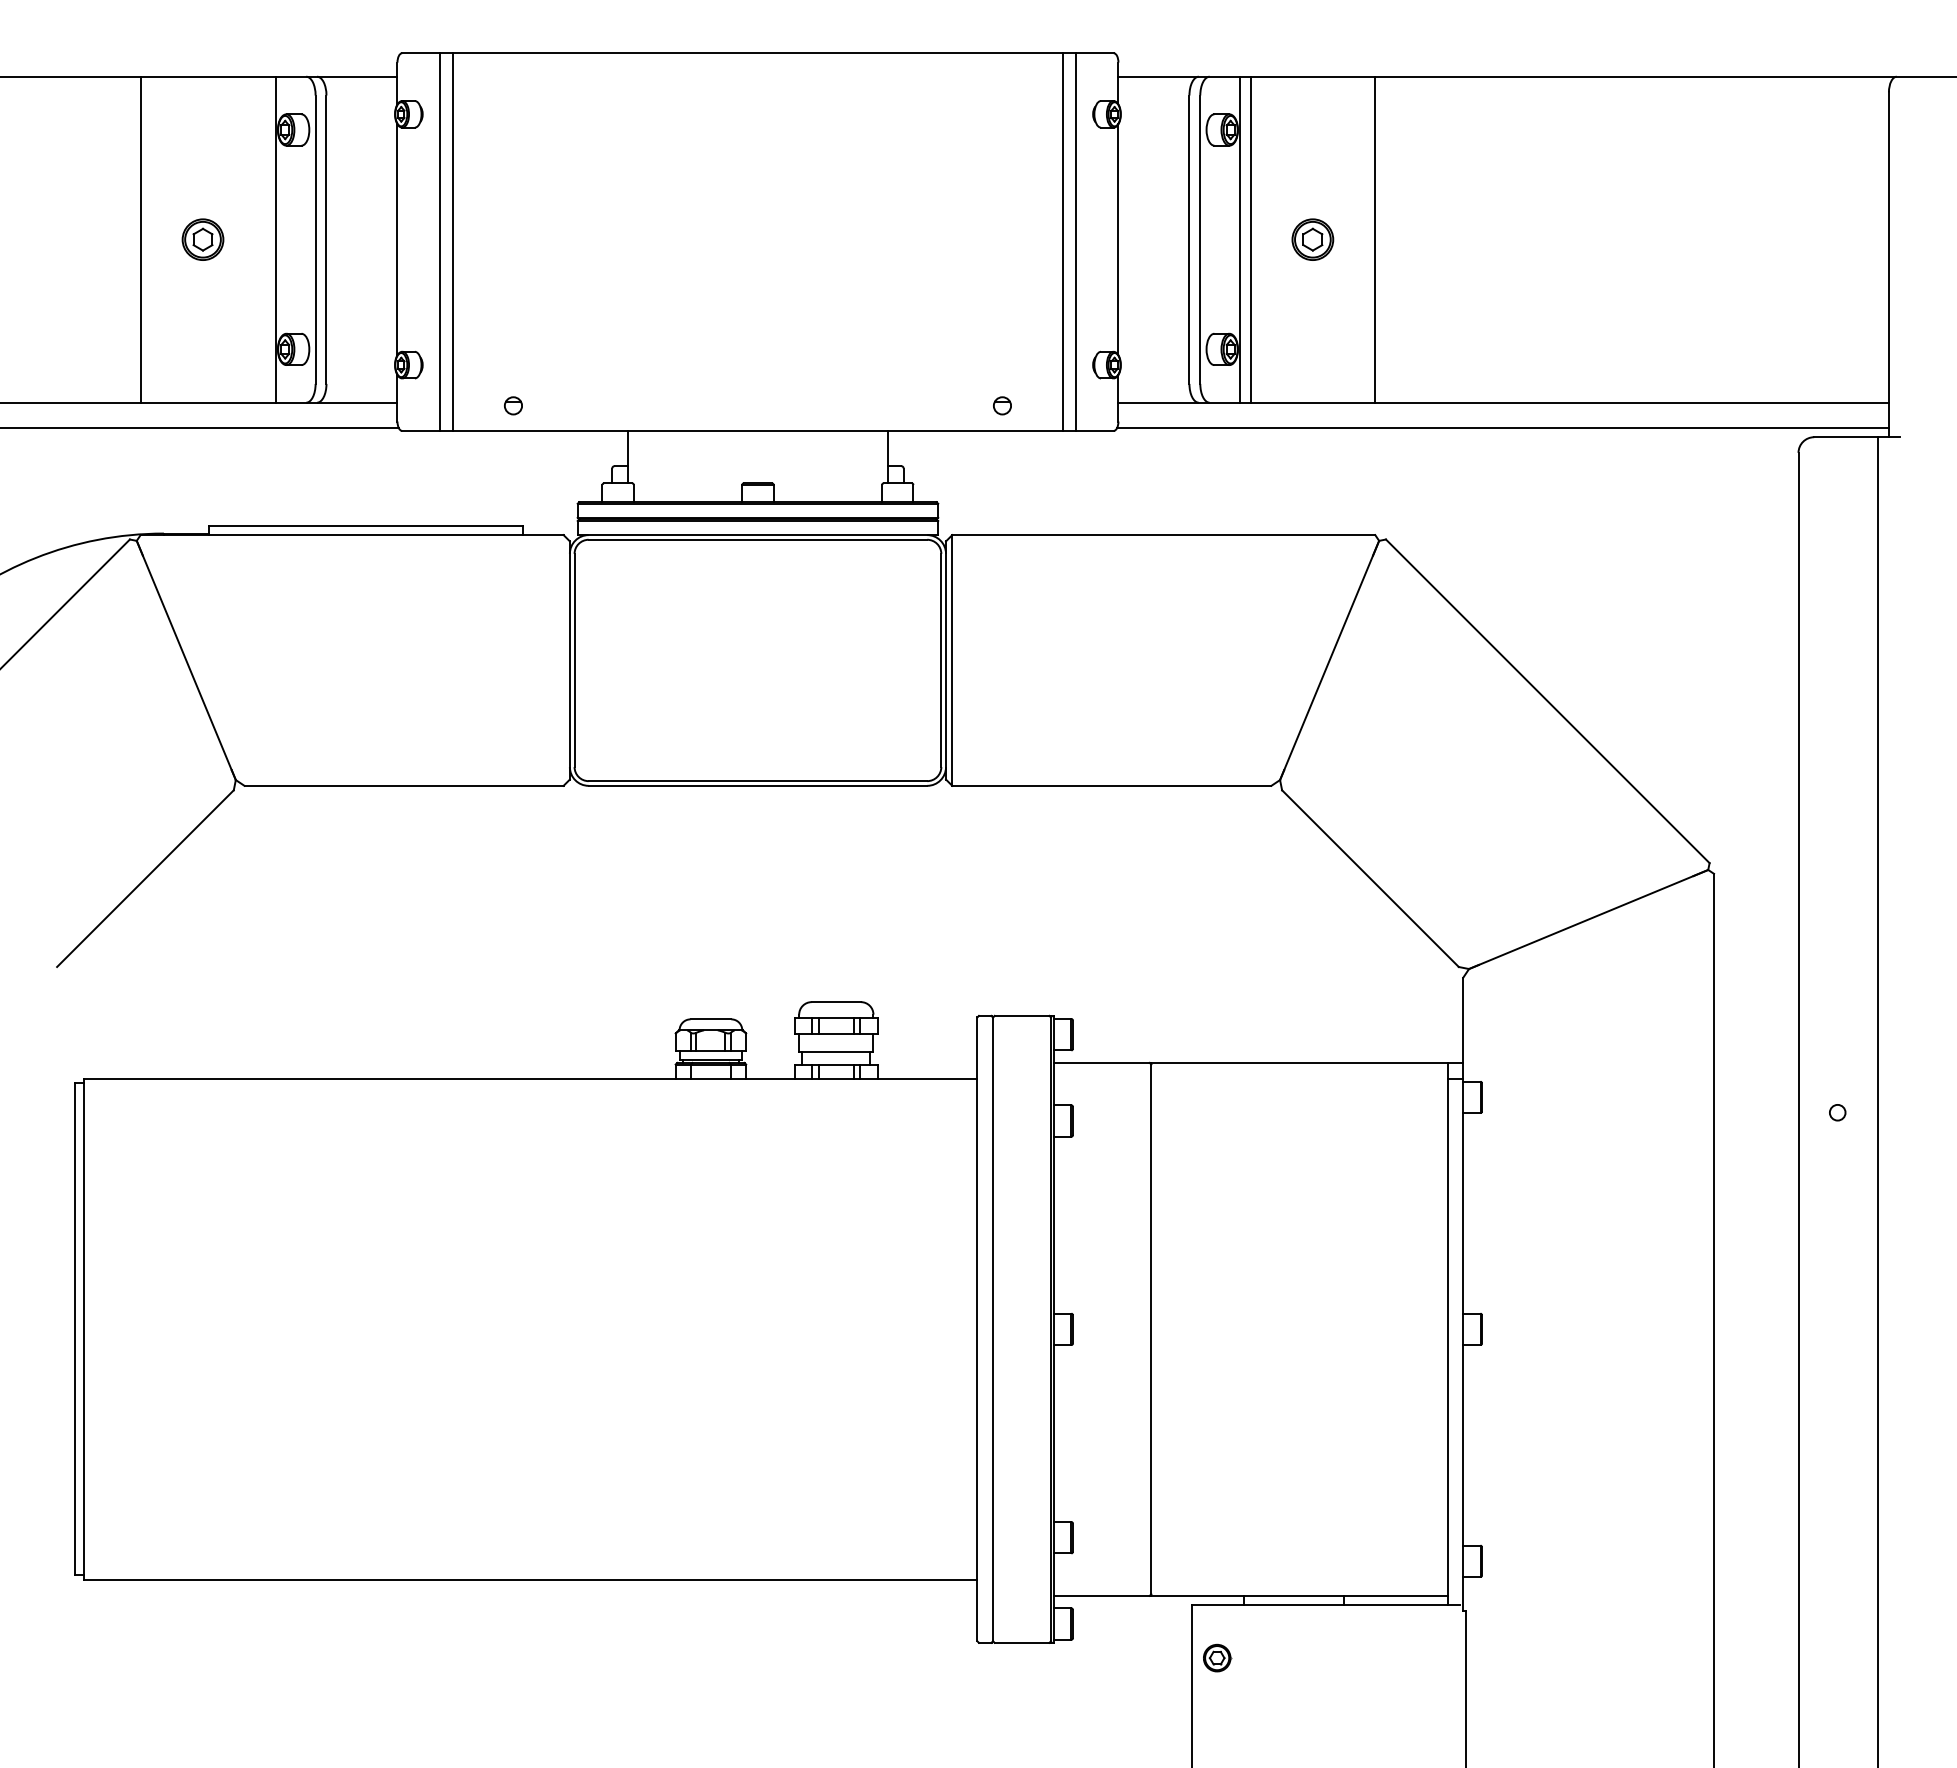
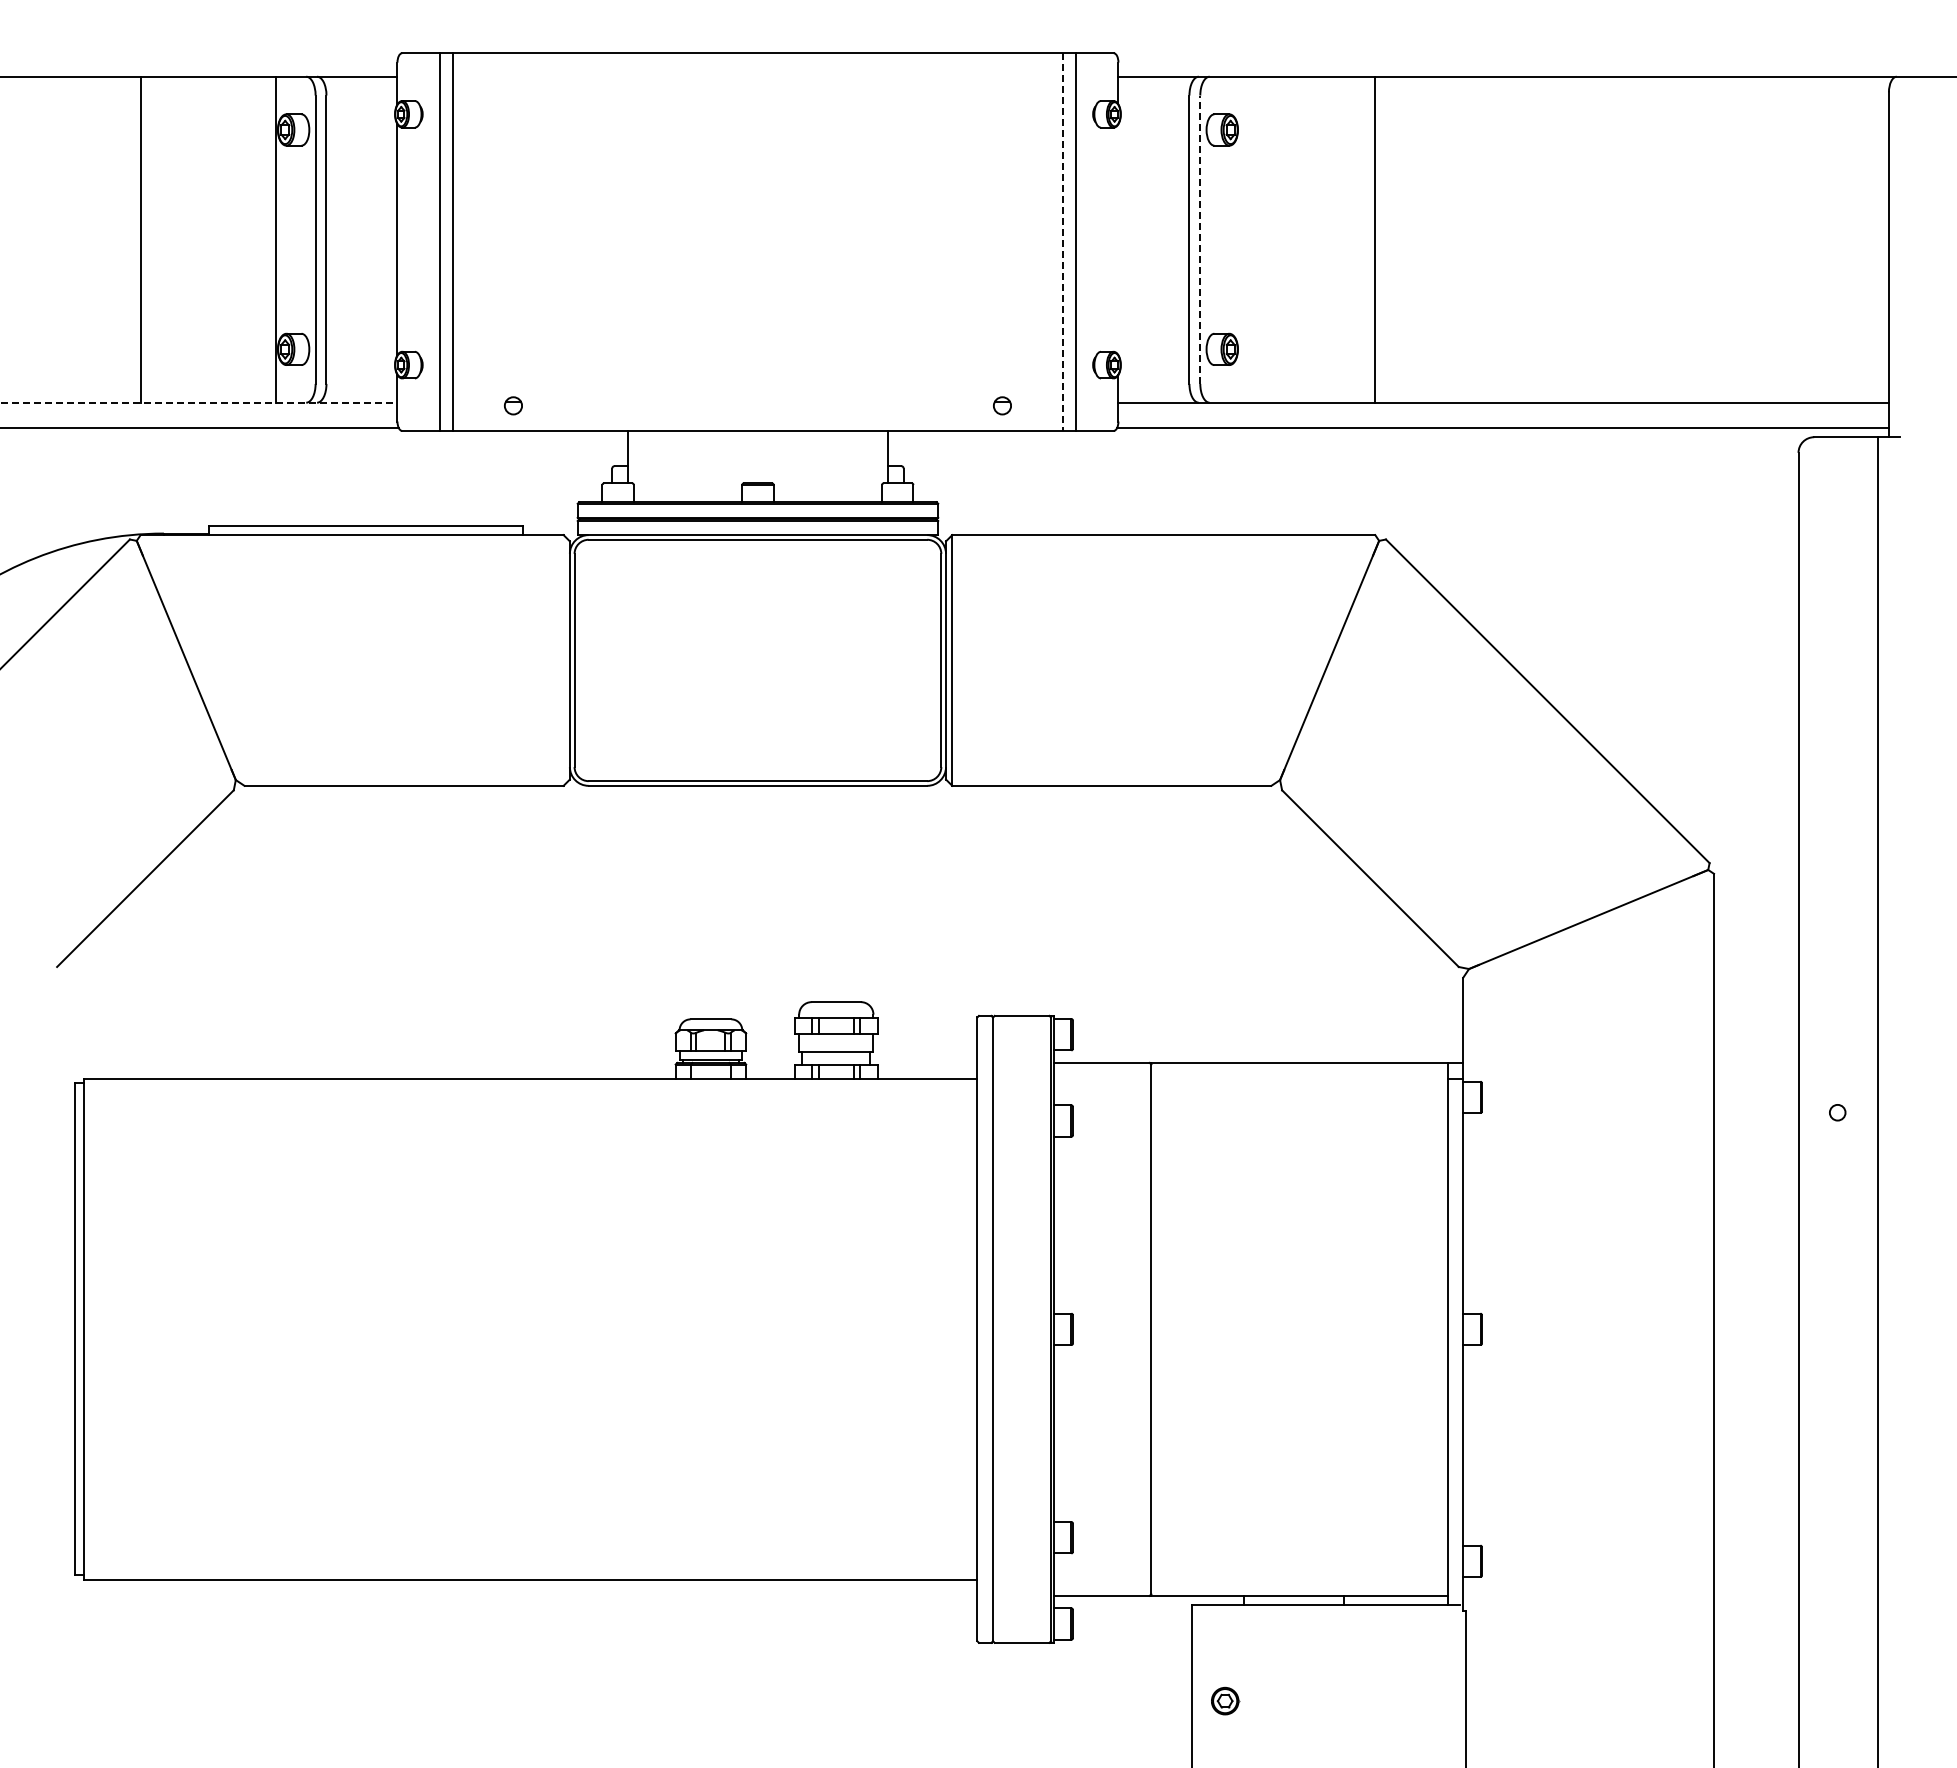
part at (202, 239): present -> none
line at (1118, 239): present -> none
line at (1200, 239): solid -> dashed
line at (1240, 239): present -> none
line at (1250, 239): present -> none
part at (1312, 239): present -> none
line at (1063, 242): solid -> dashed
line at (199, 402): solid -> dashed
part at (1217, 1657) position: (1217, 1657) -> (1225, 1700)
